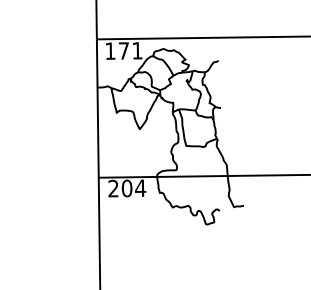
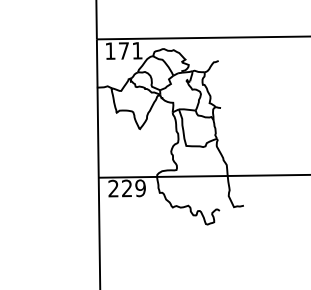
text at (133, 188): 204 -> 229
